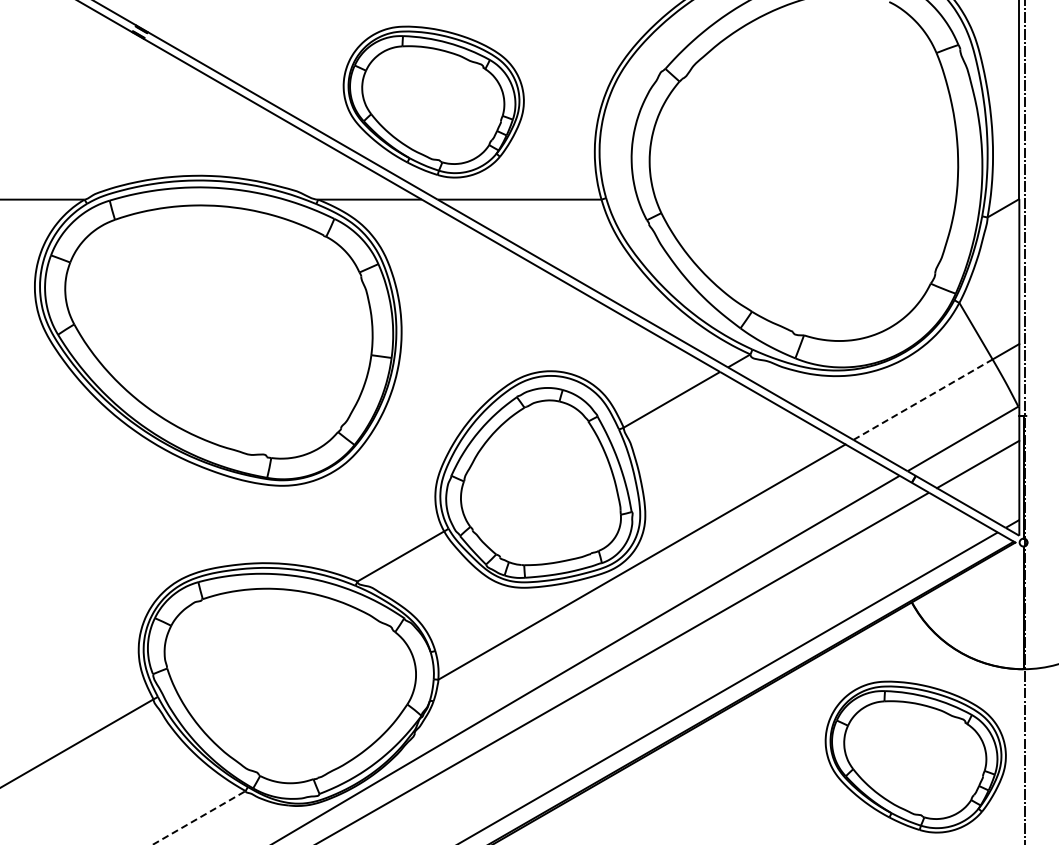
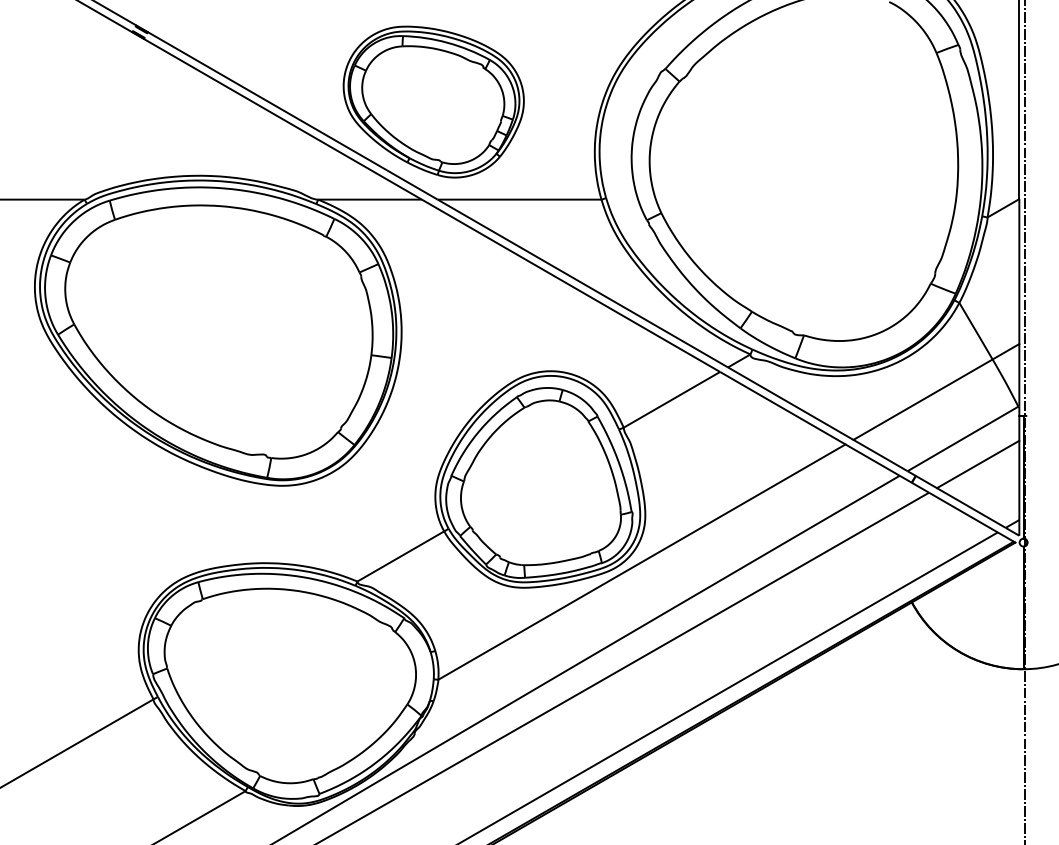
line at (923, 399): dashed -> solid
part at (915, 756): present -> none
line at (199, 817): dashed -> solid
